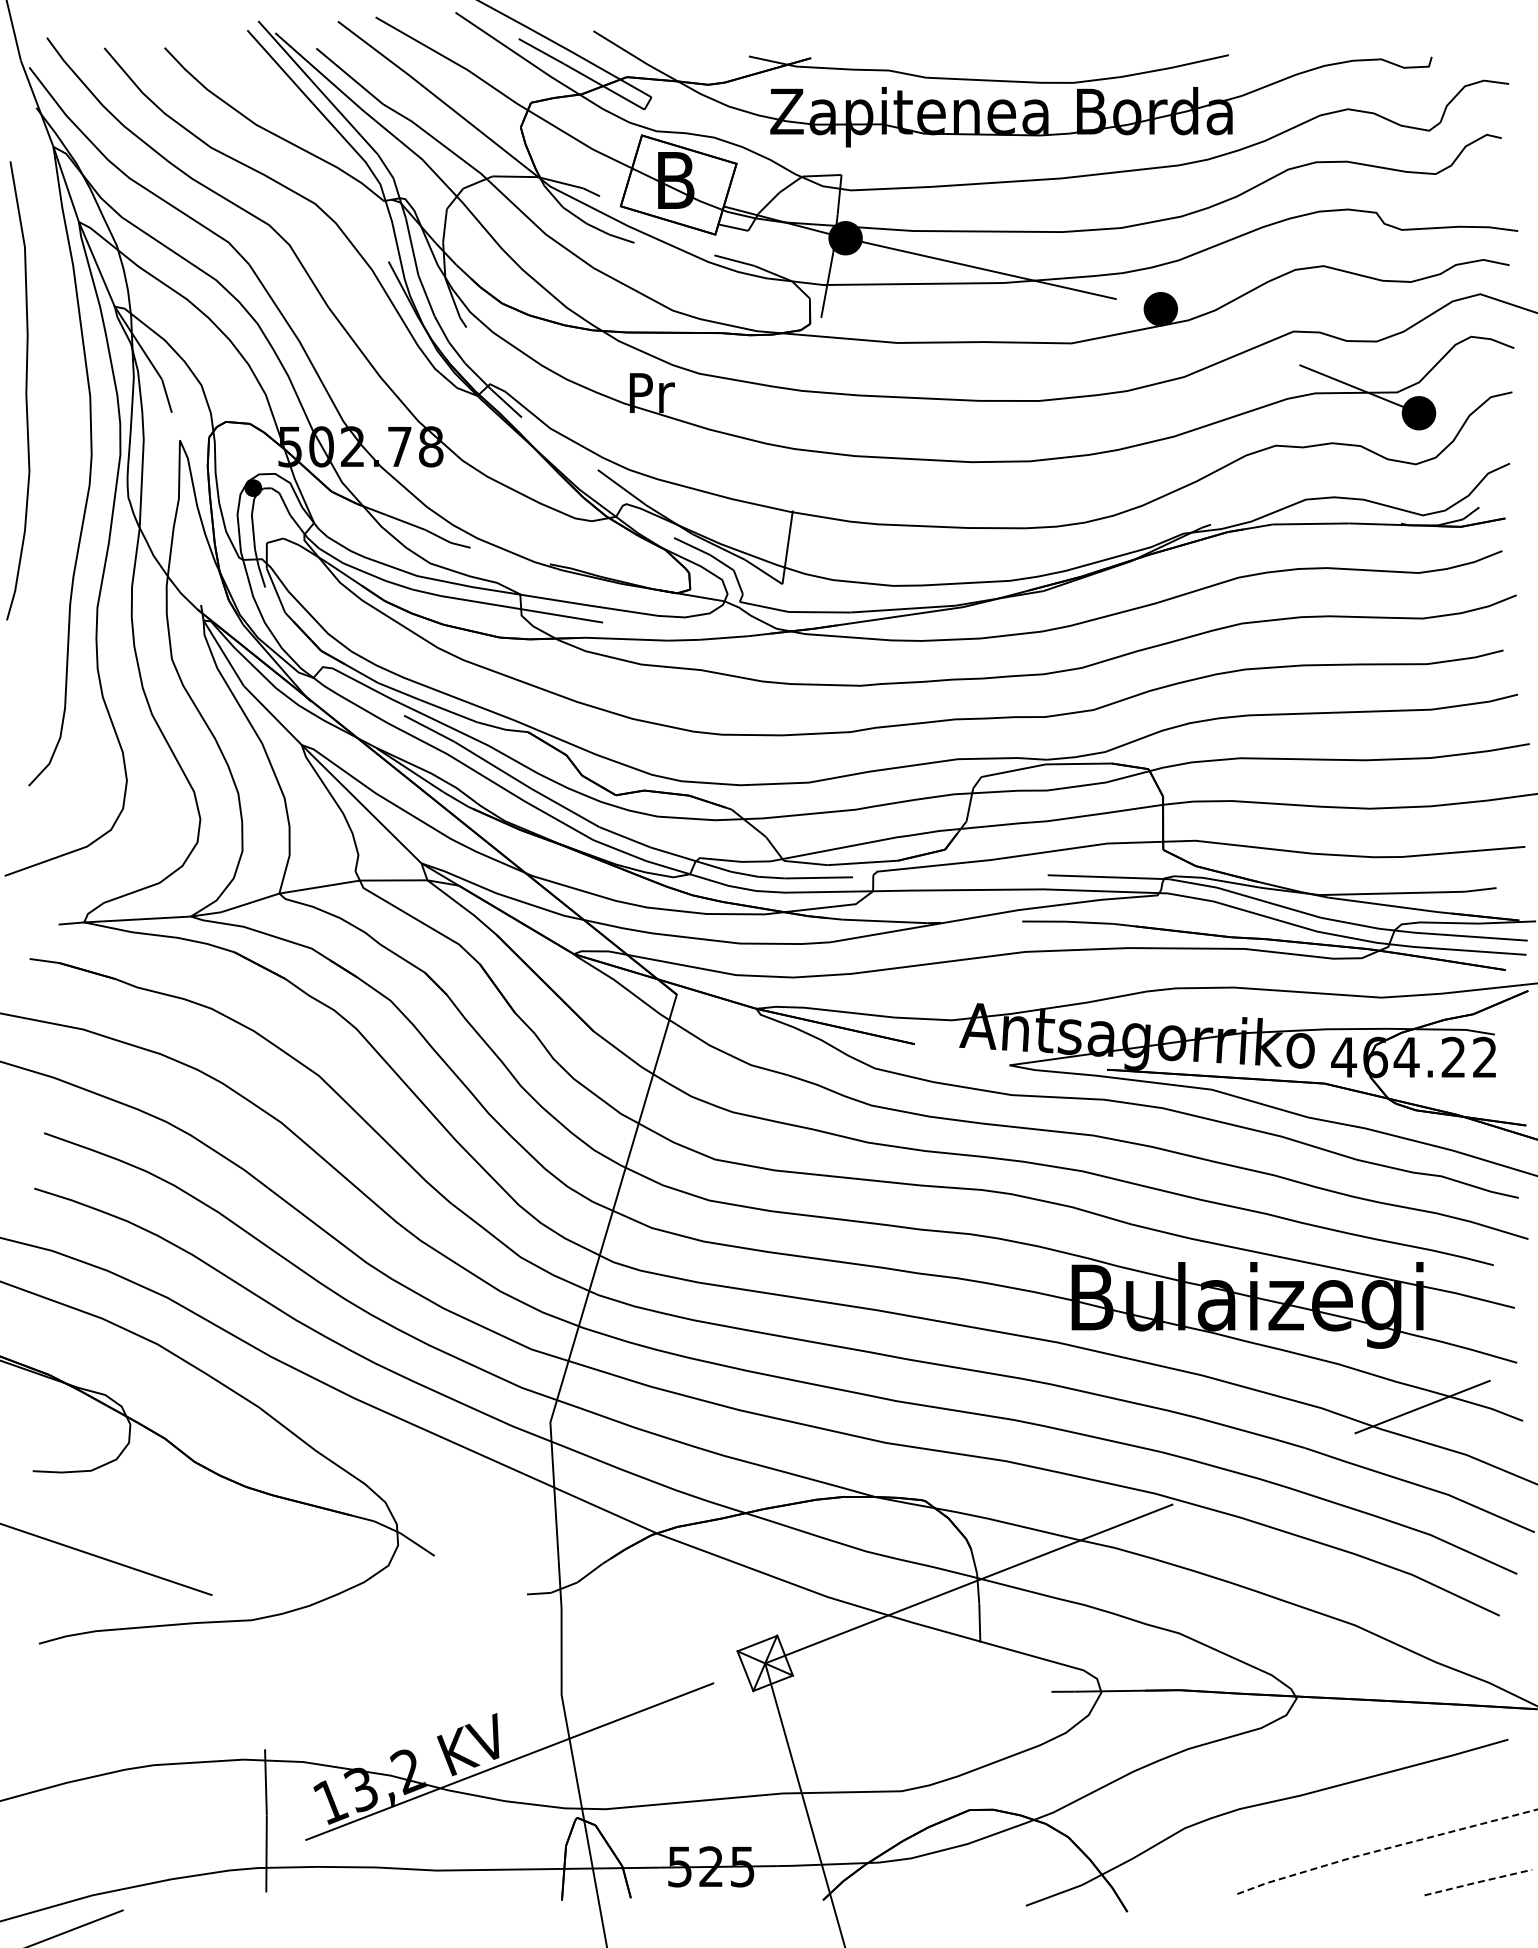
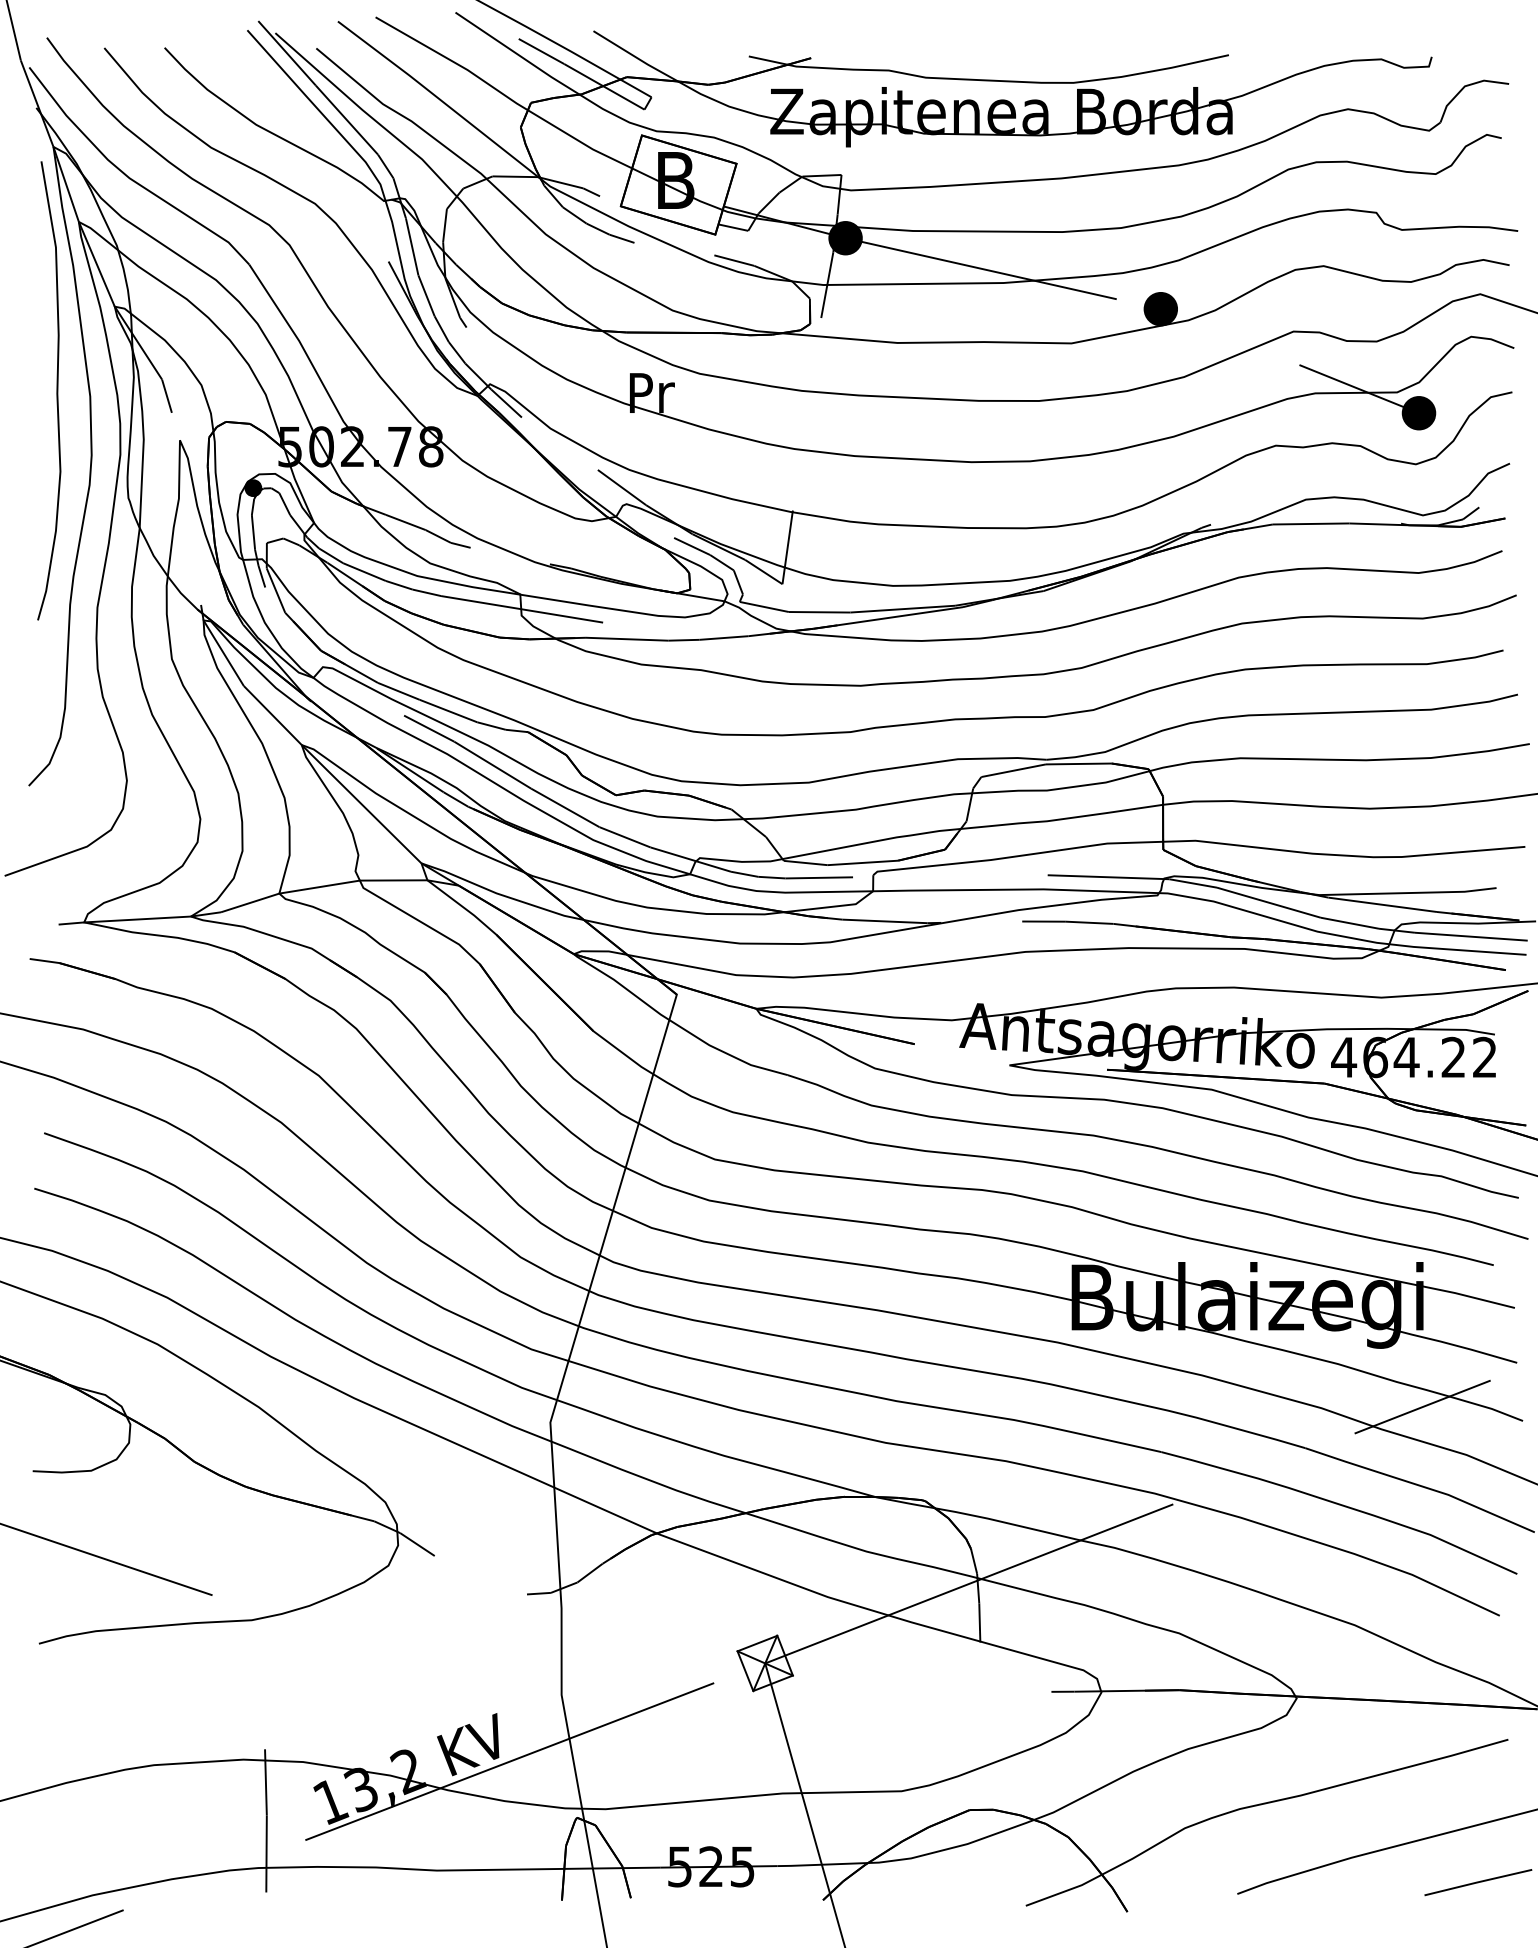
curve at (25, 390) position: (25, 390) -> (56, 390)
line at (1385, 1849): dashed -> solid
line at (1477, 1882): dashed -> solid
